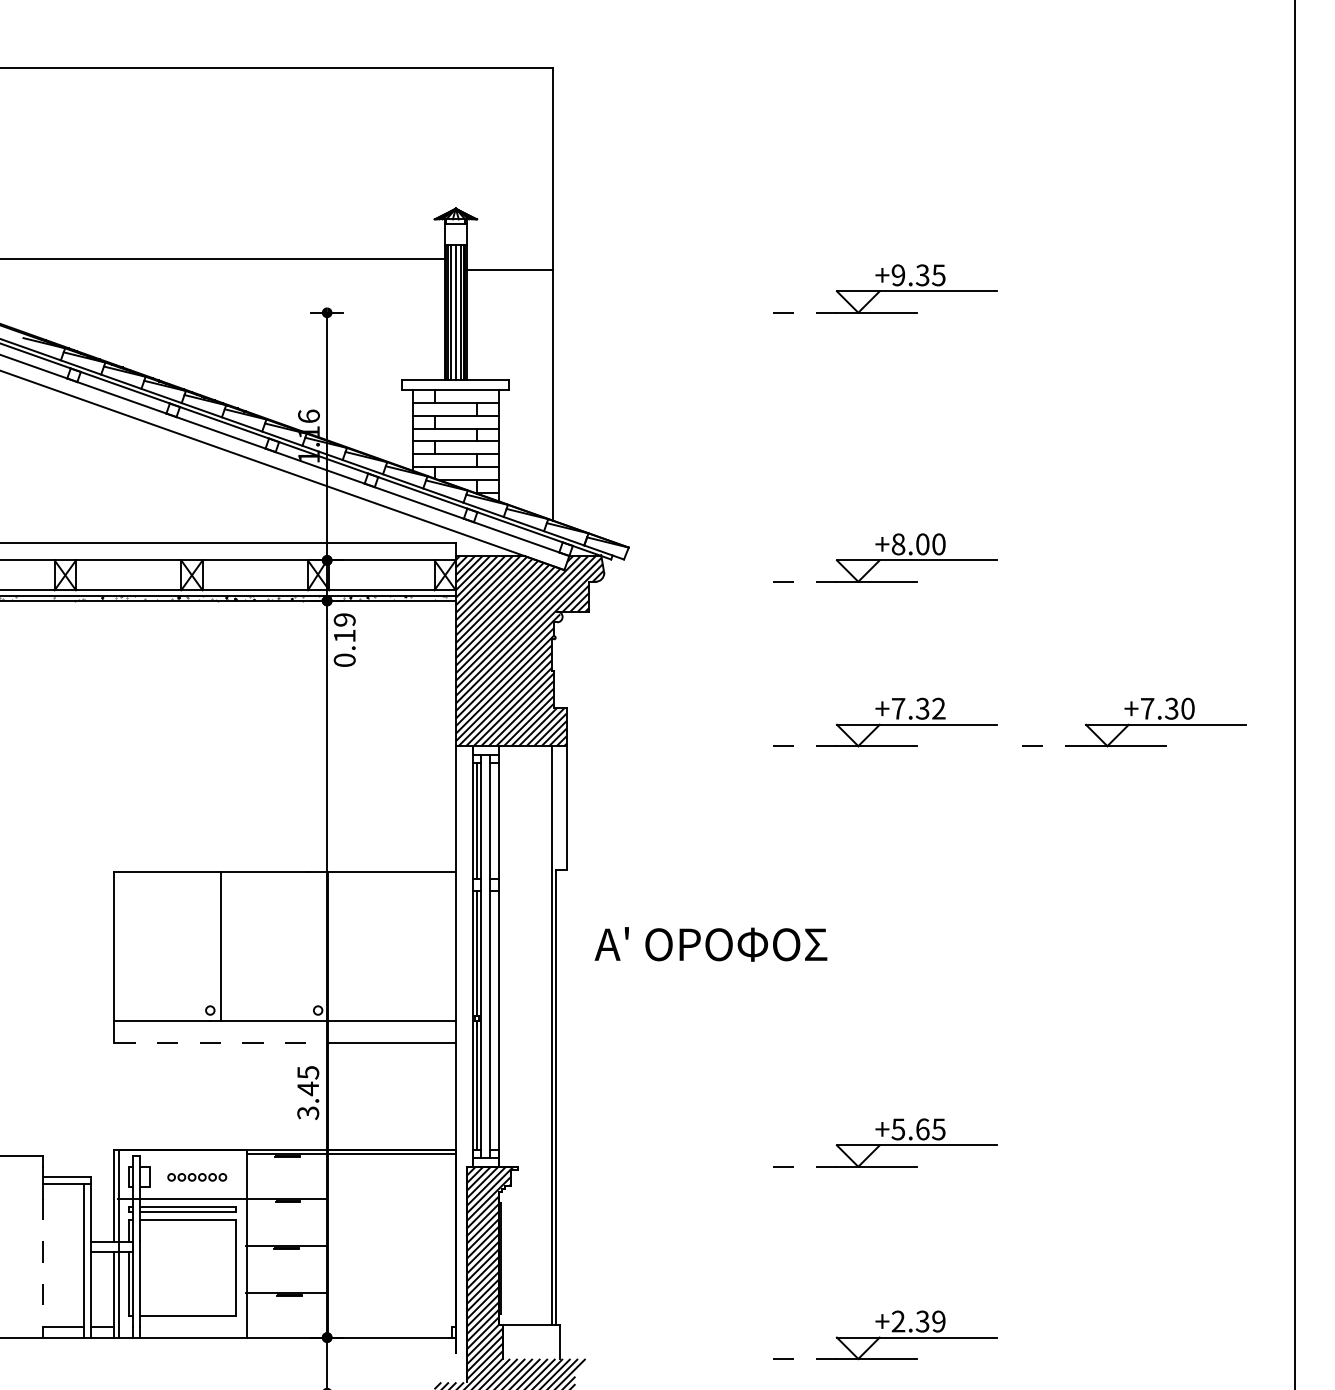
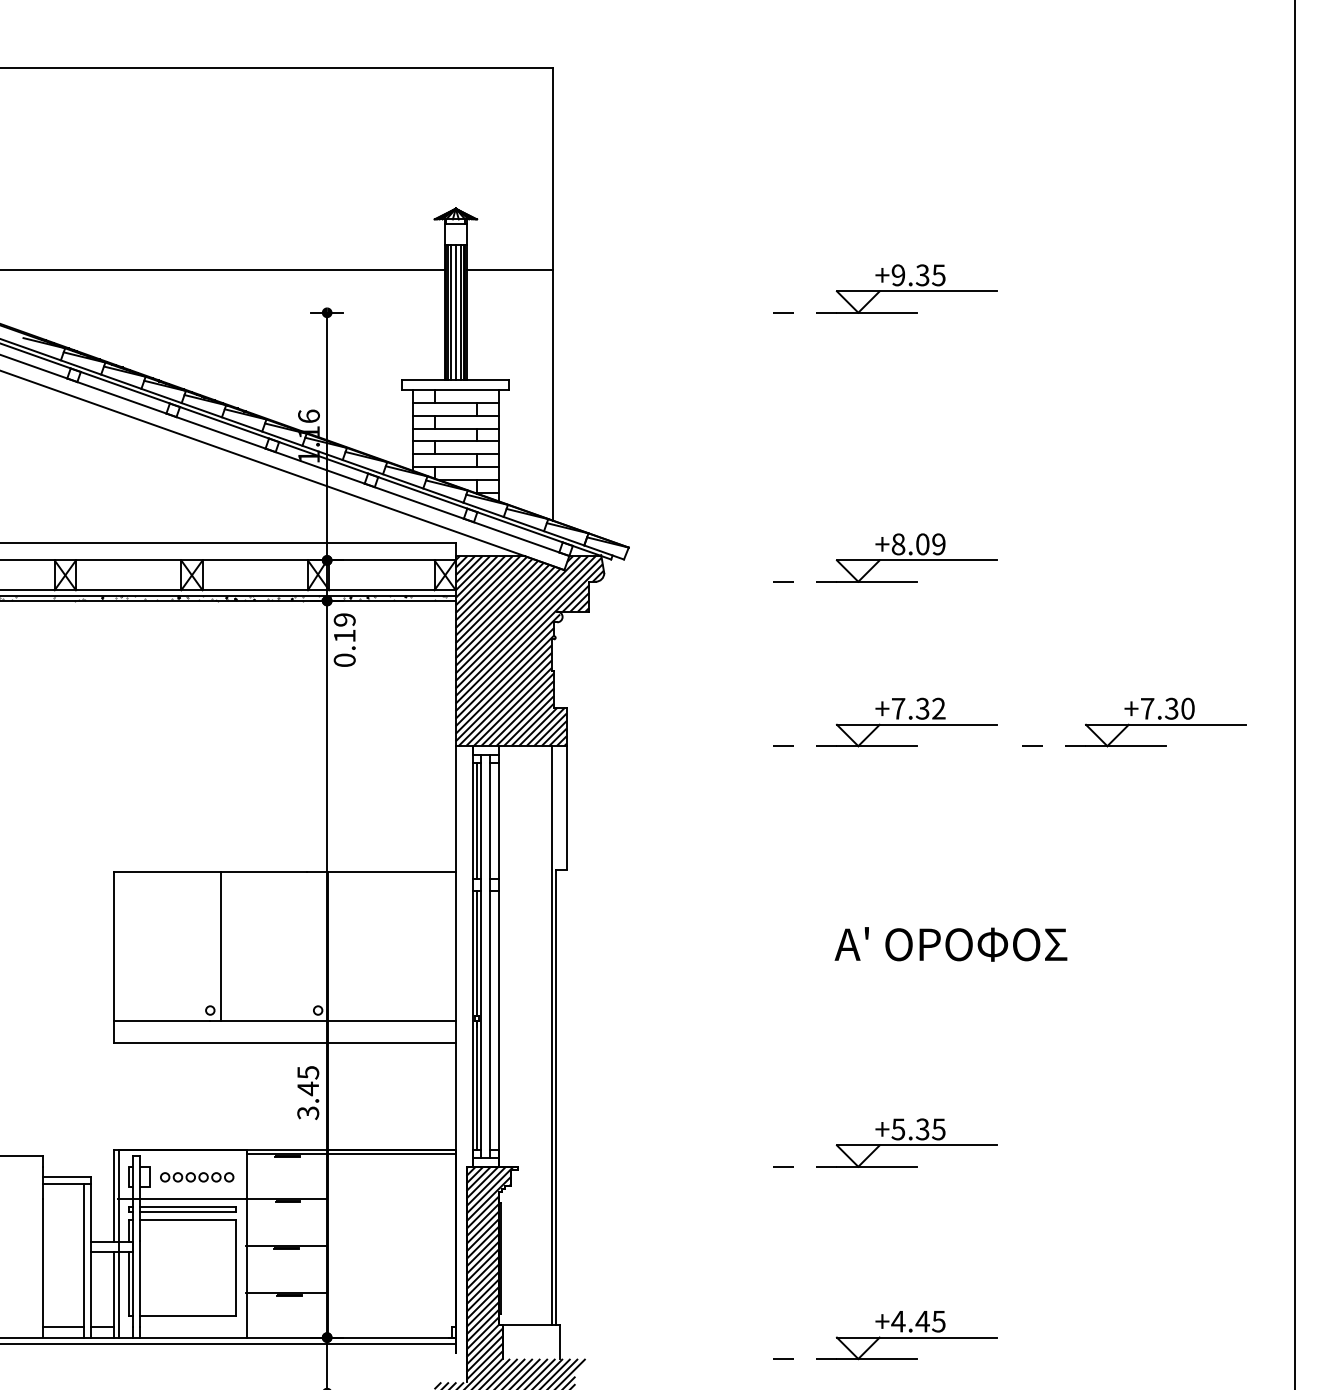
line at (223, 259) position: (223, 259) -> (223, 270)
text at (938, 544): +8.00 -> +8.09
text at (710, 944) position: (710, 944) -> (950, 944)
line at (220, 1042): dashed -> solid
text at (922, 1129): +5.65 -> +5.35
part at (197, 1177) size: 61x9 px -> 75x11 px
line at (42, 1268): dashed -> solid
text at (918, 1321): +2.39 -> +4.45
line at (228, 1344): none -> present
